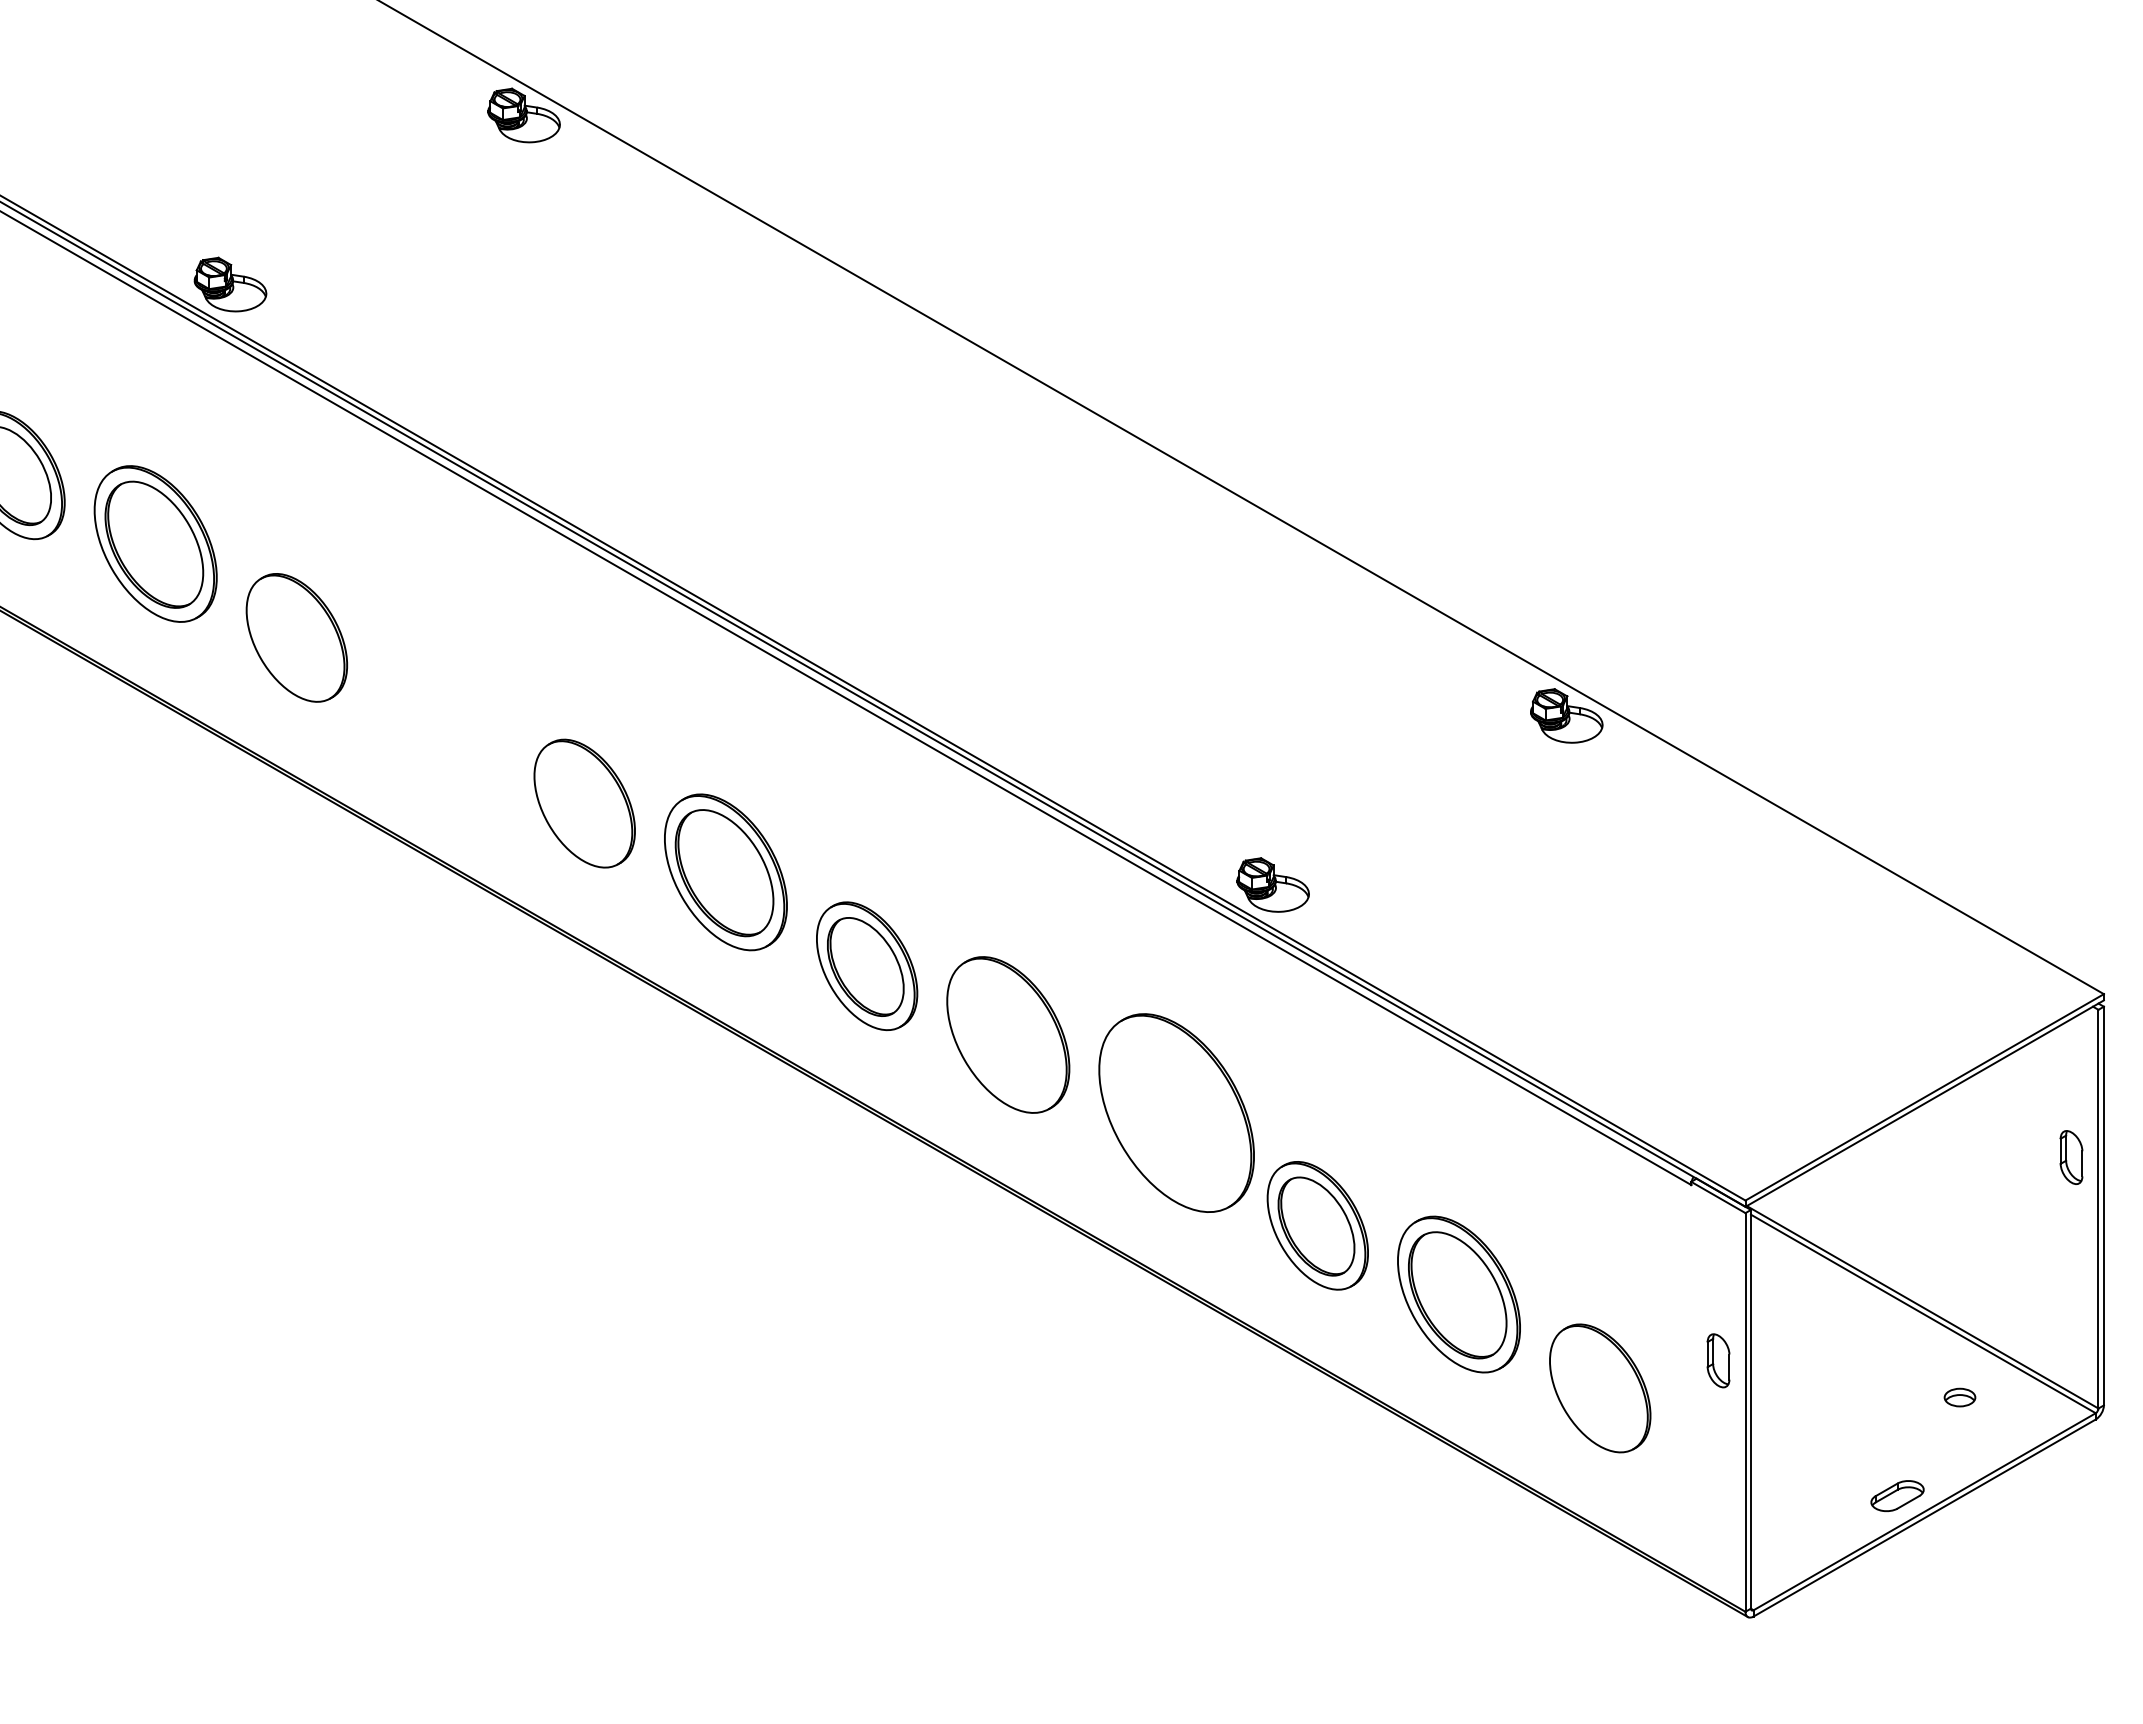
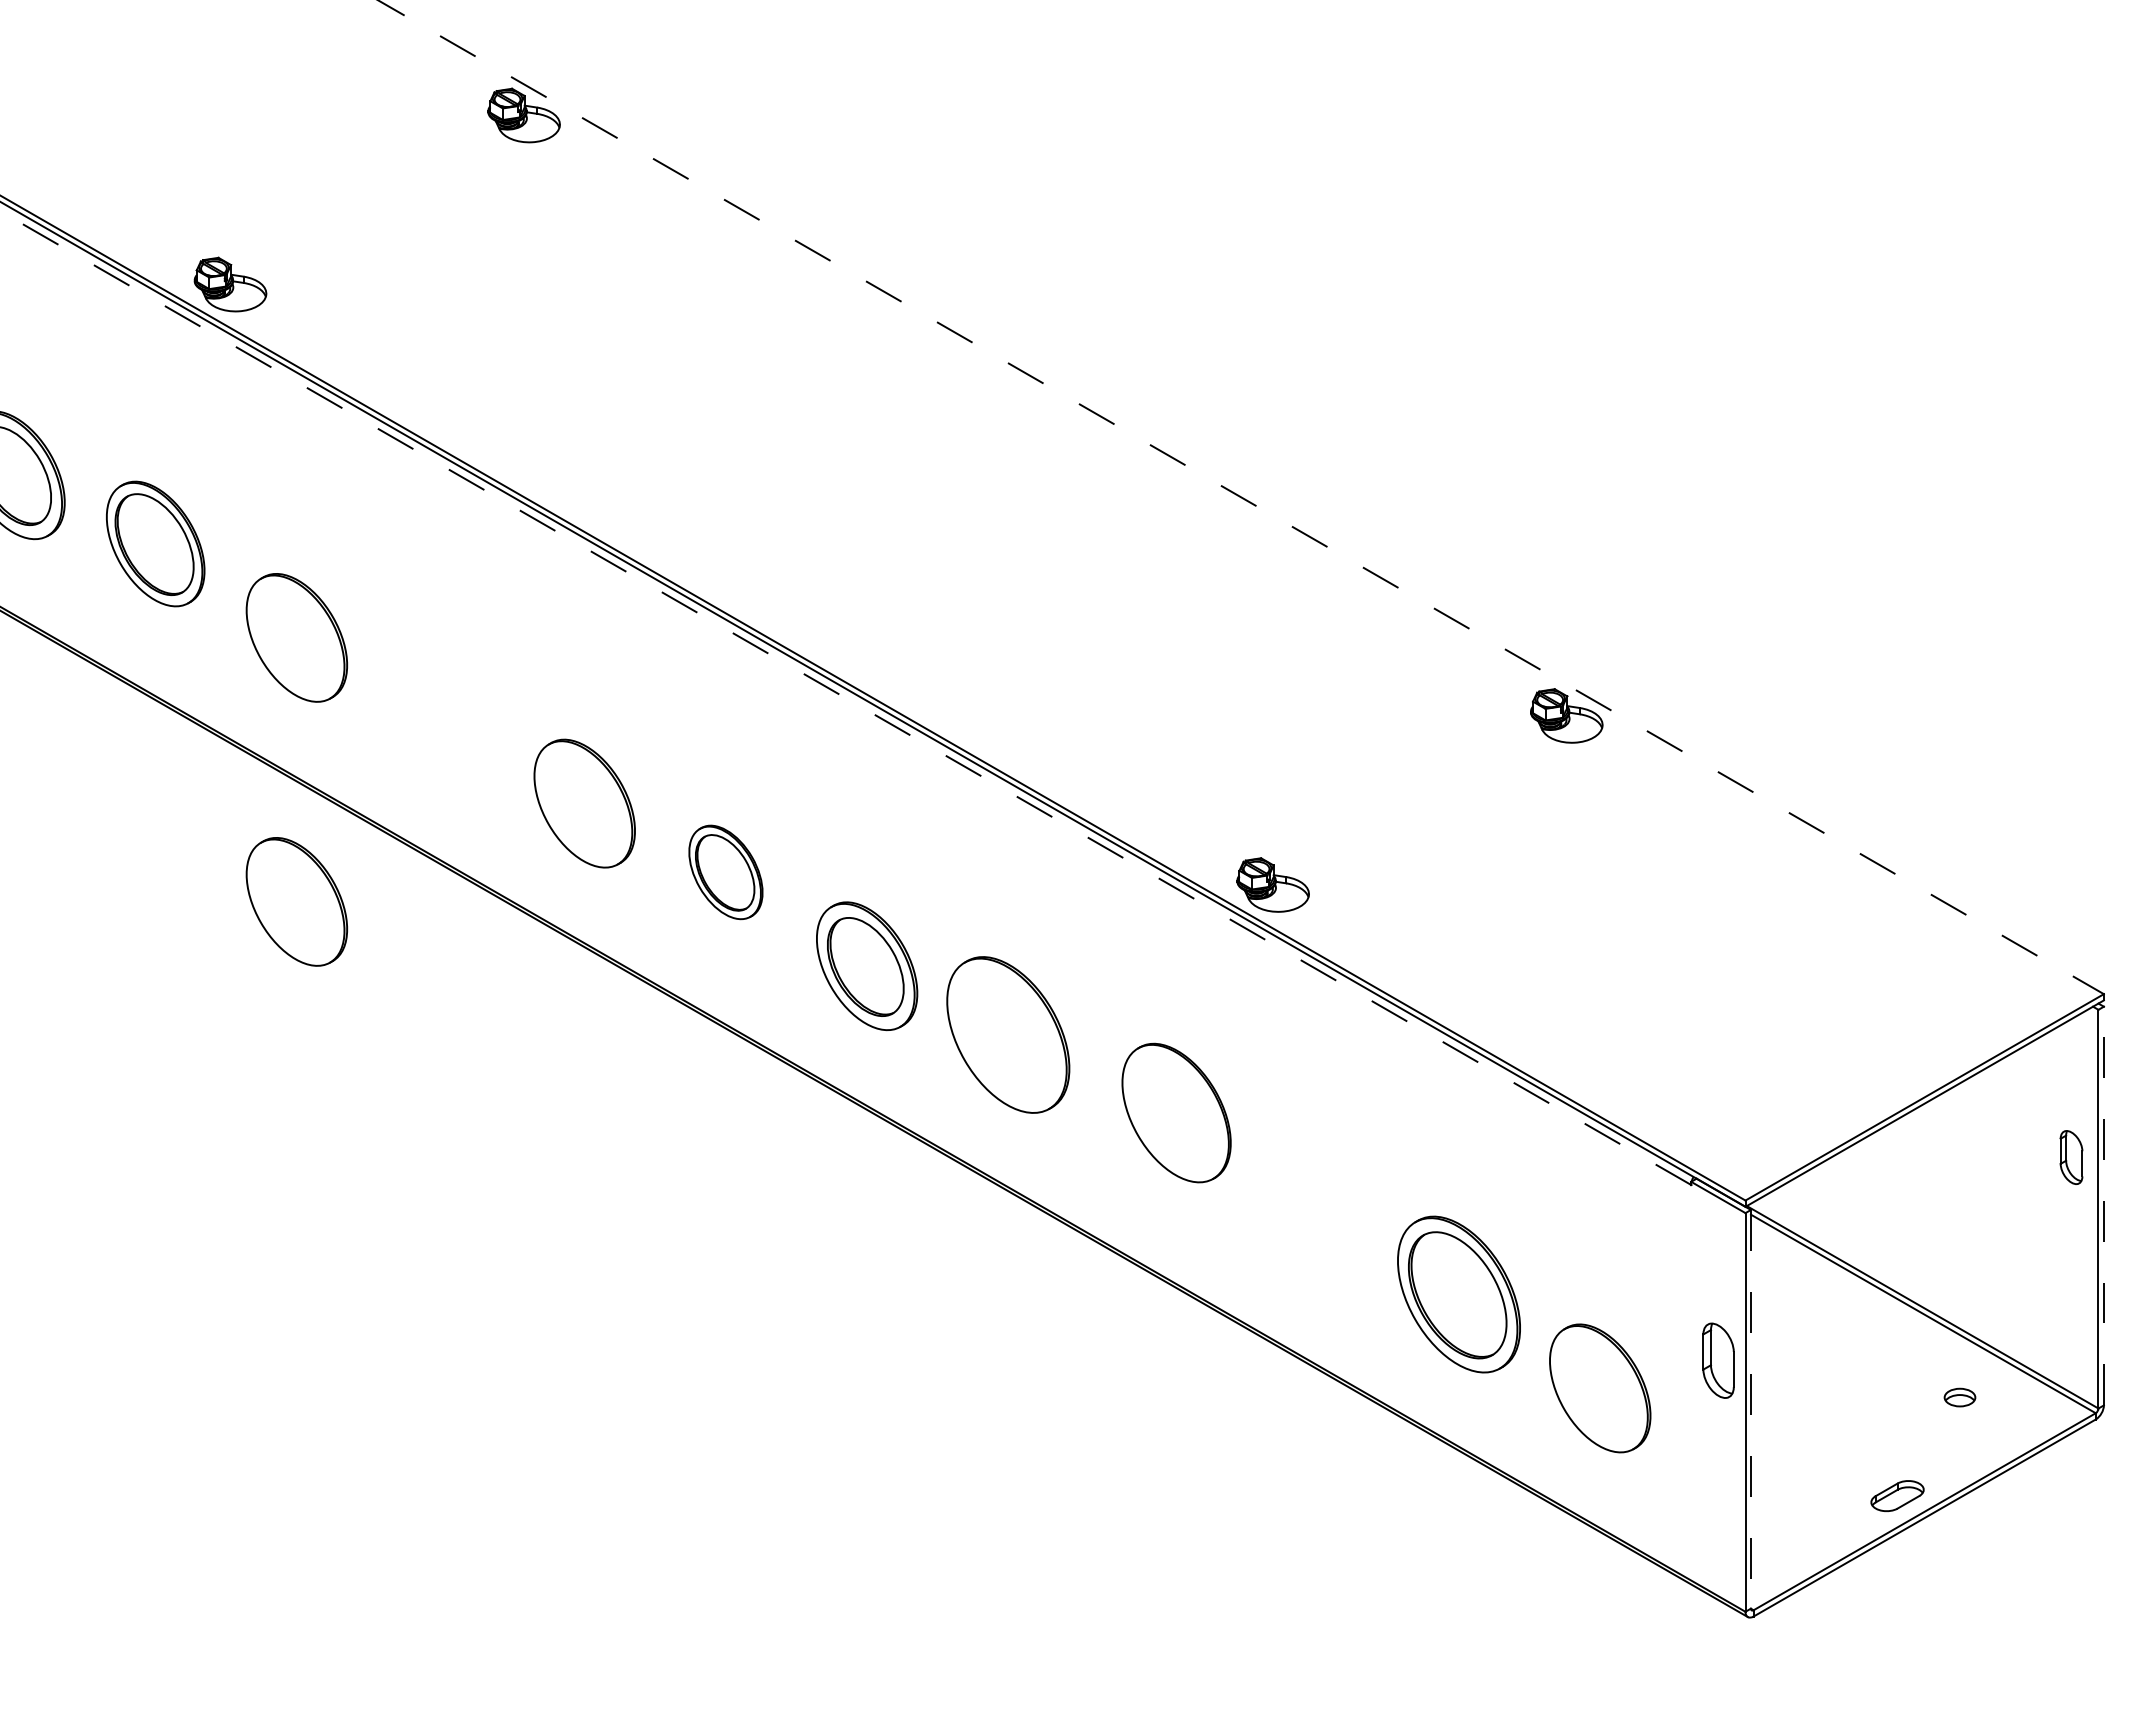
line at (1240, 497): solid -> dashed
part at (155, 543) size: 125x158 px -> 100x128 px
line at (845, 697): solid -> dashed
part at (725, 872) size: 124x159 px -> 76x97 px
part at (296, 901): none -> present
part at (1176, 1112) size: 157x200 px -> 111x142 px
line at (2103, 1205): solid -> dashed
part at (1317, 1225): present -> none
part at (1718, 1360) size: 25x56 px -> 33x77 px
line at (1750, 1409): solid -> dashed
